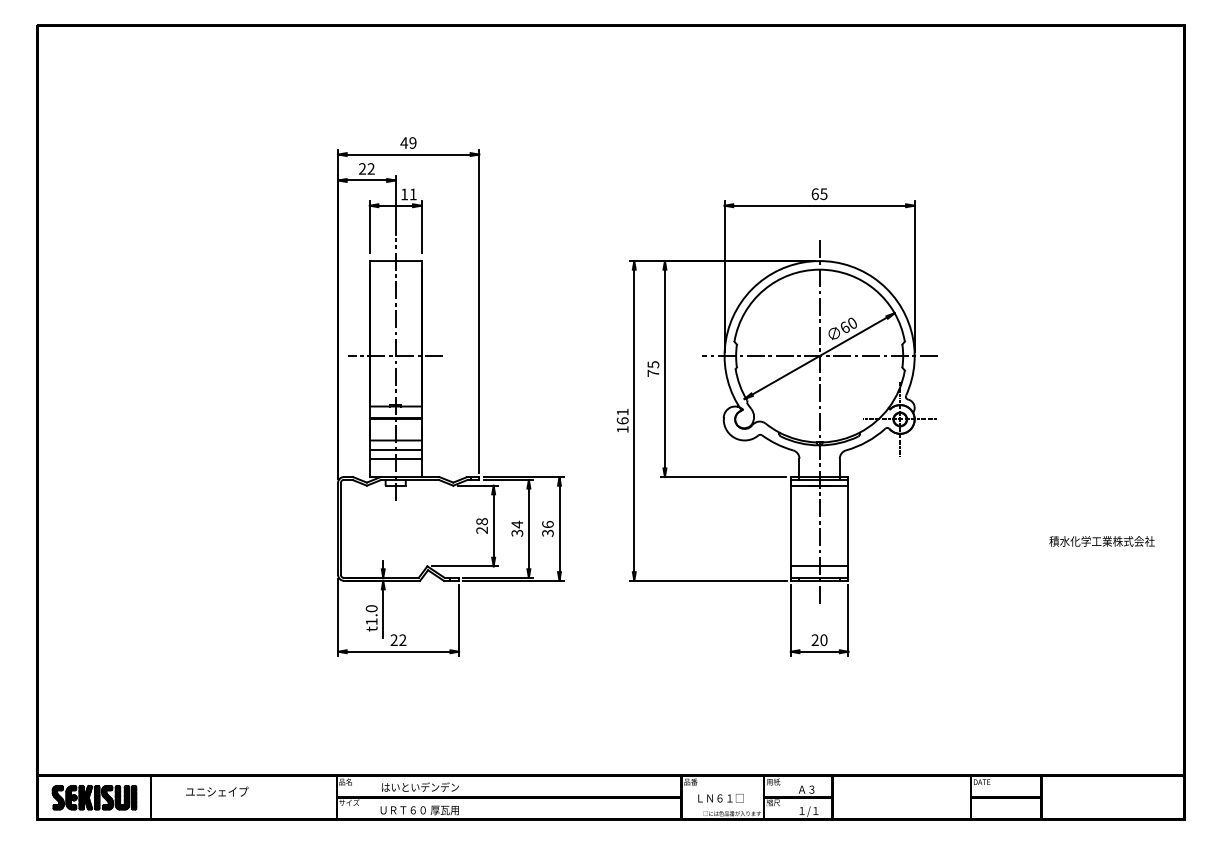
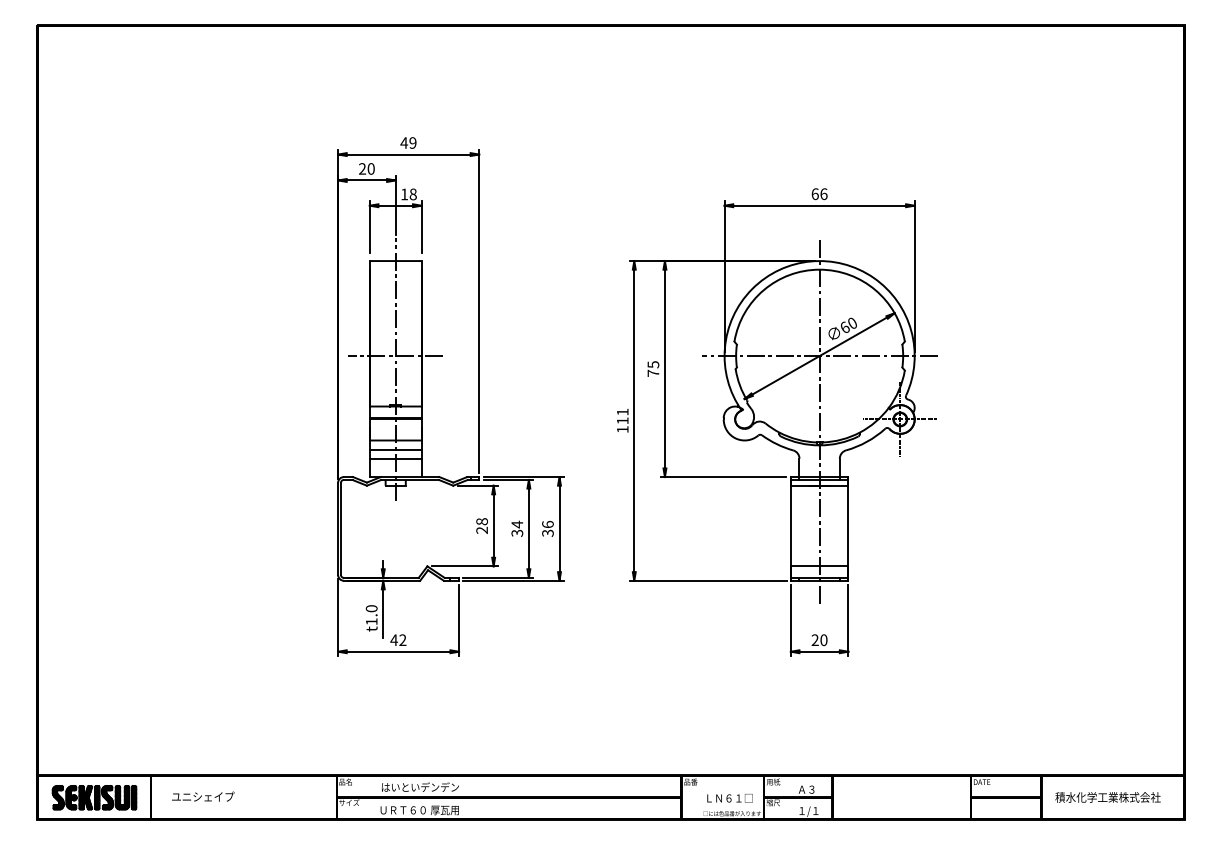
text at (370, 168): 22 -> 20
text at (823, 193): 65 -> 66
text at (412, 194): 11 -> 18
text at (622, 420): 161 -> 111
text at (1101, 541) position: (1101, 541) -> (1107, 797)
text at (394, 639): 22 -> 42
text at (217, 791) position: (217, 791) -> (203, 796)
text at (720, 798) position: (720, 798) -> (729, 798)
